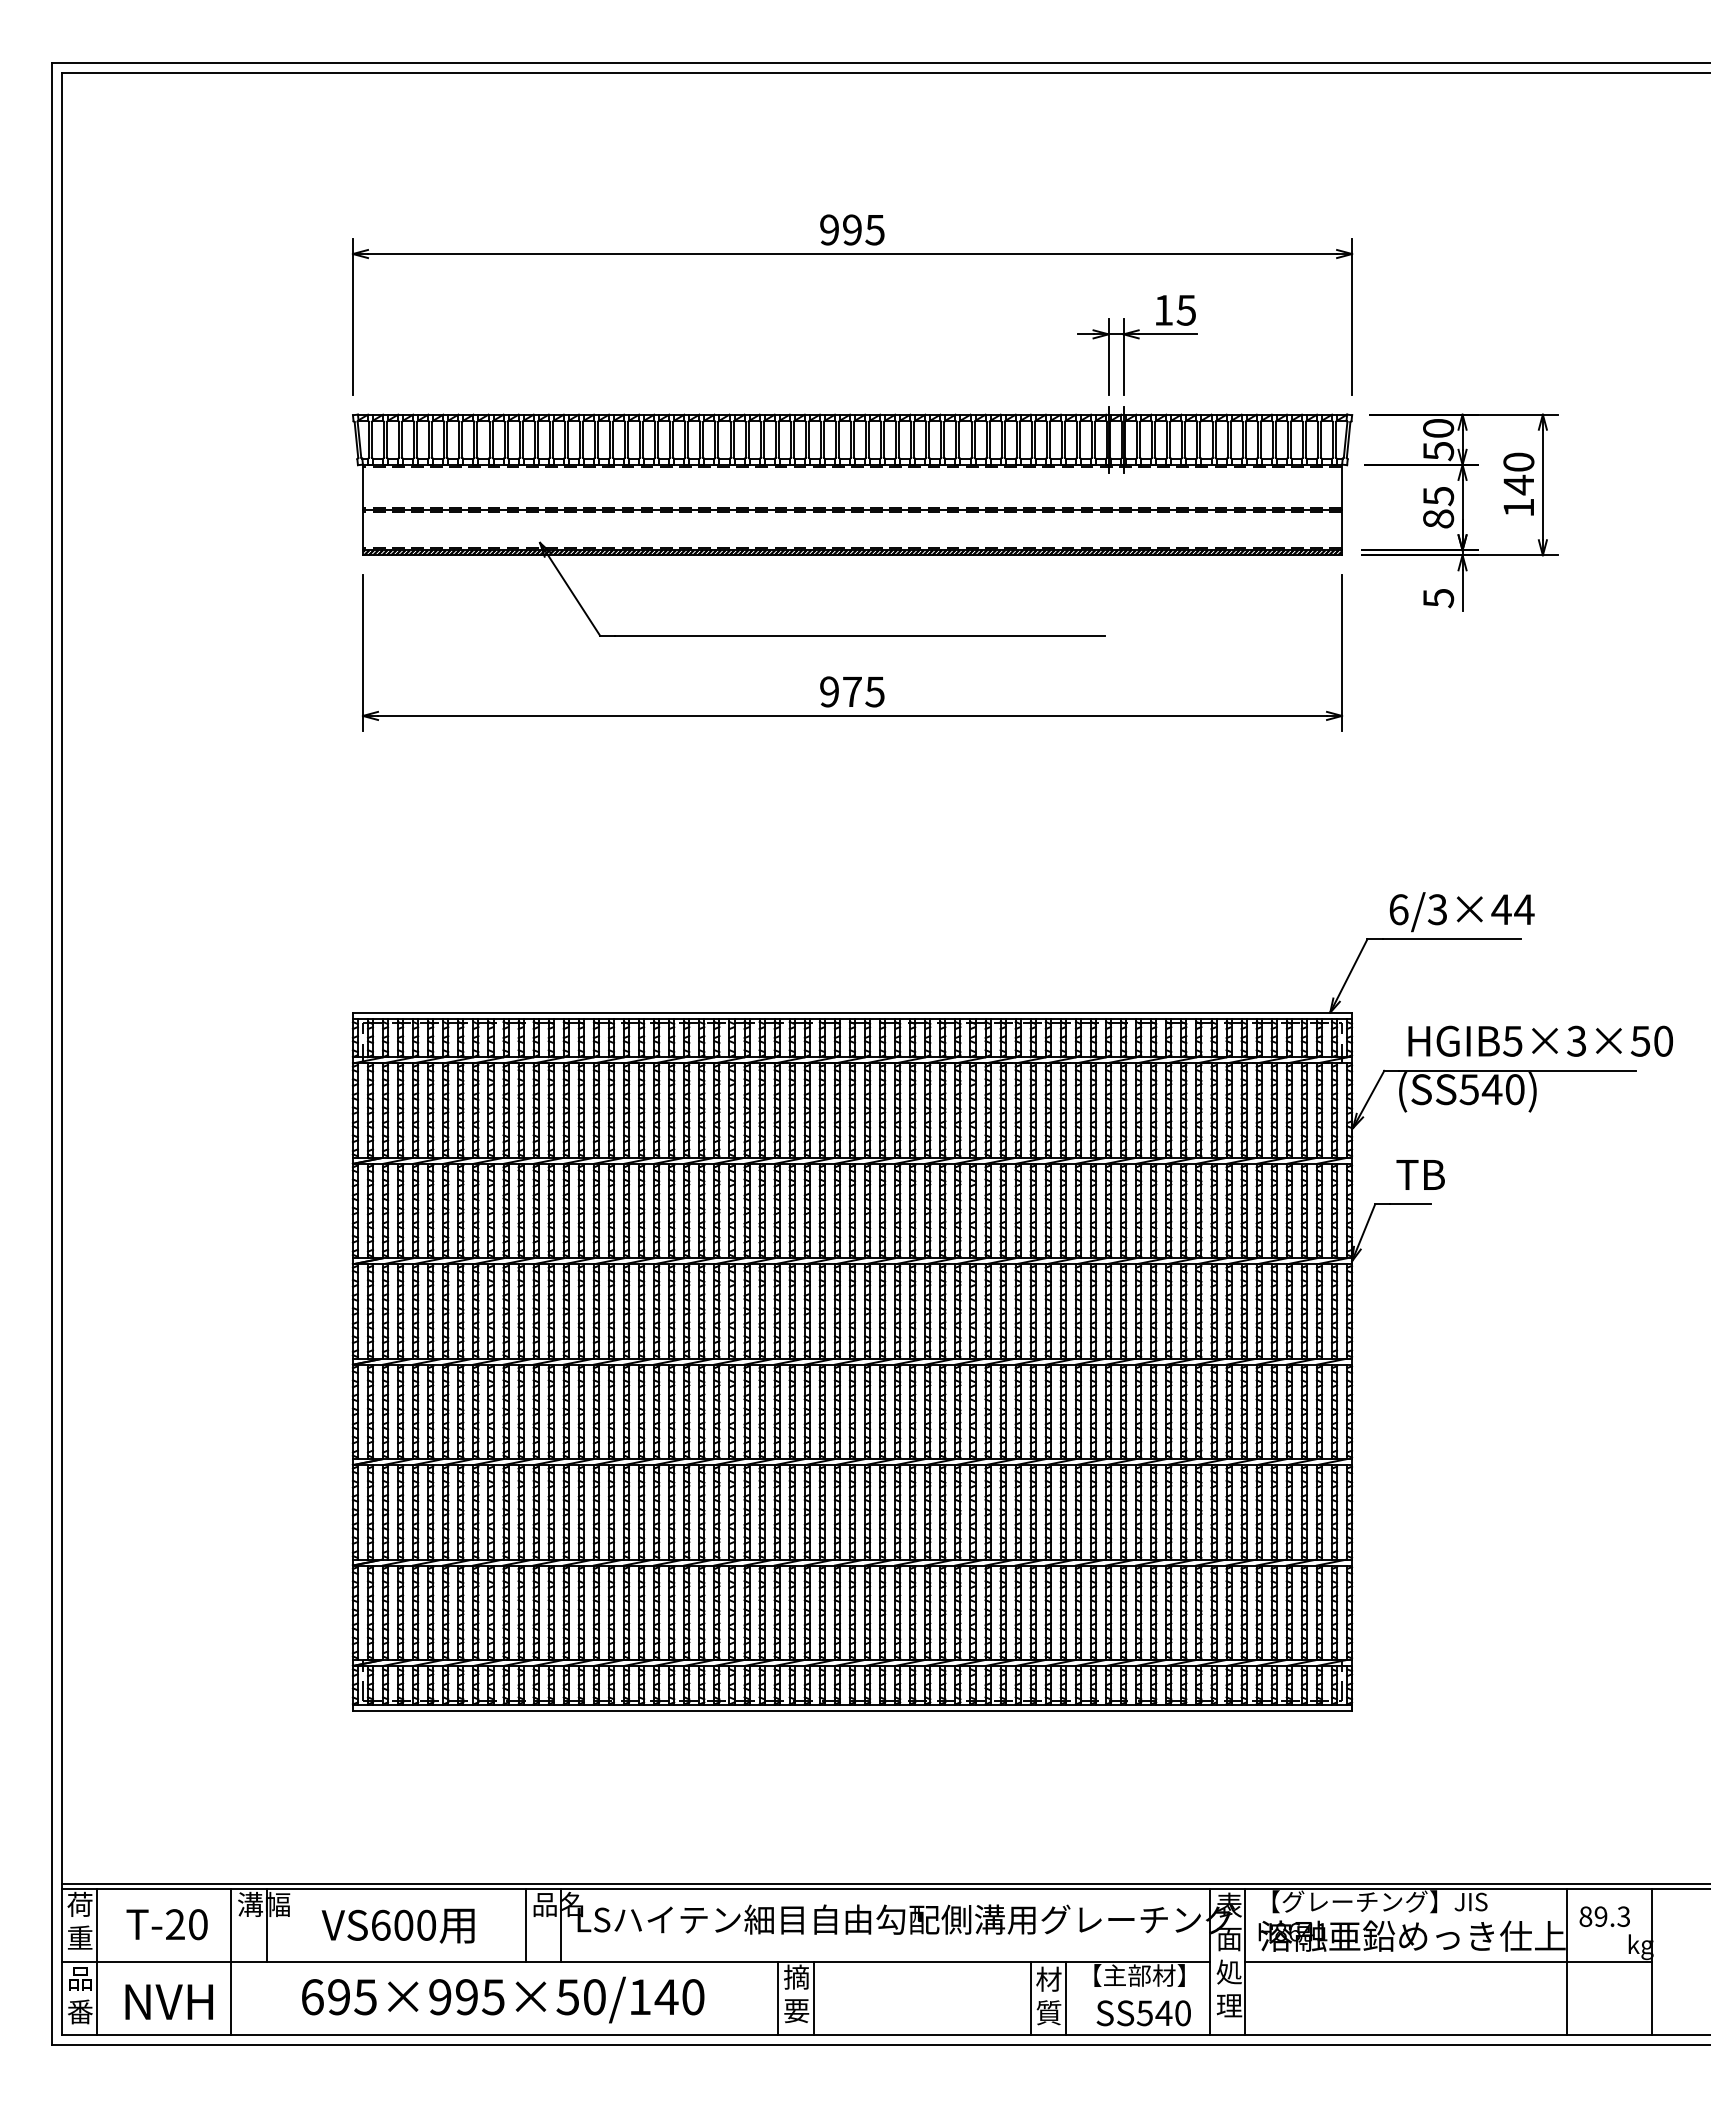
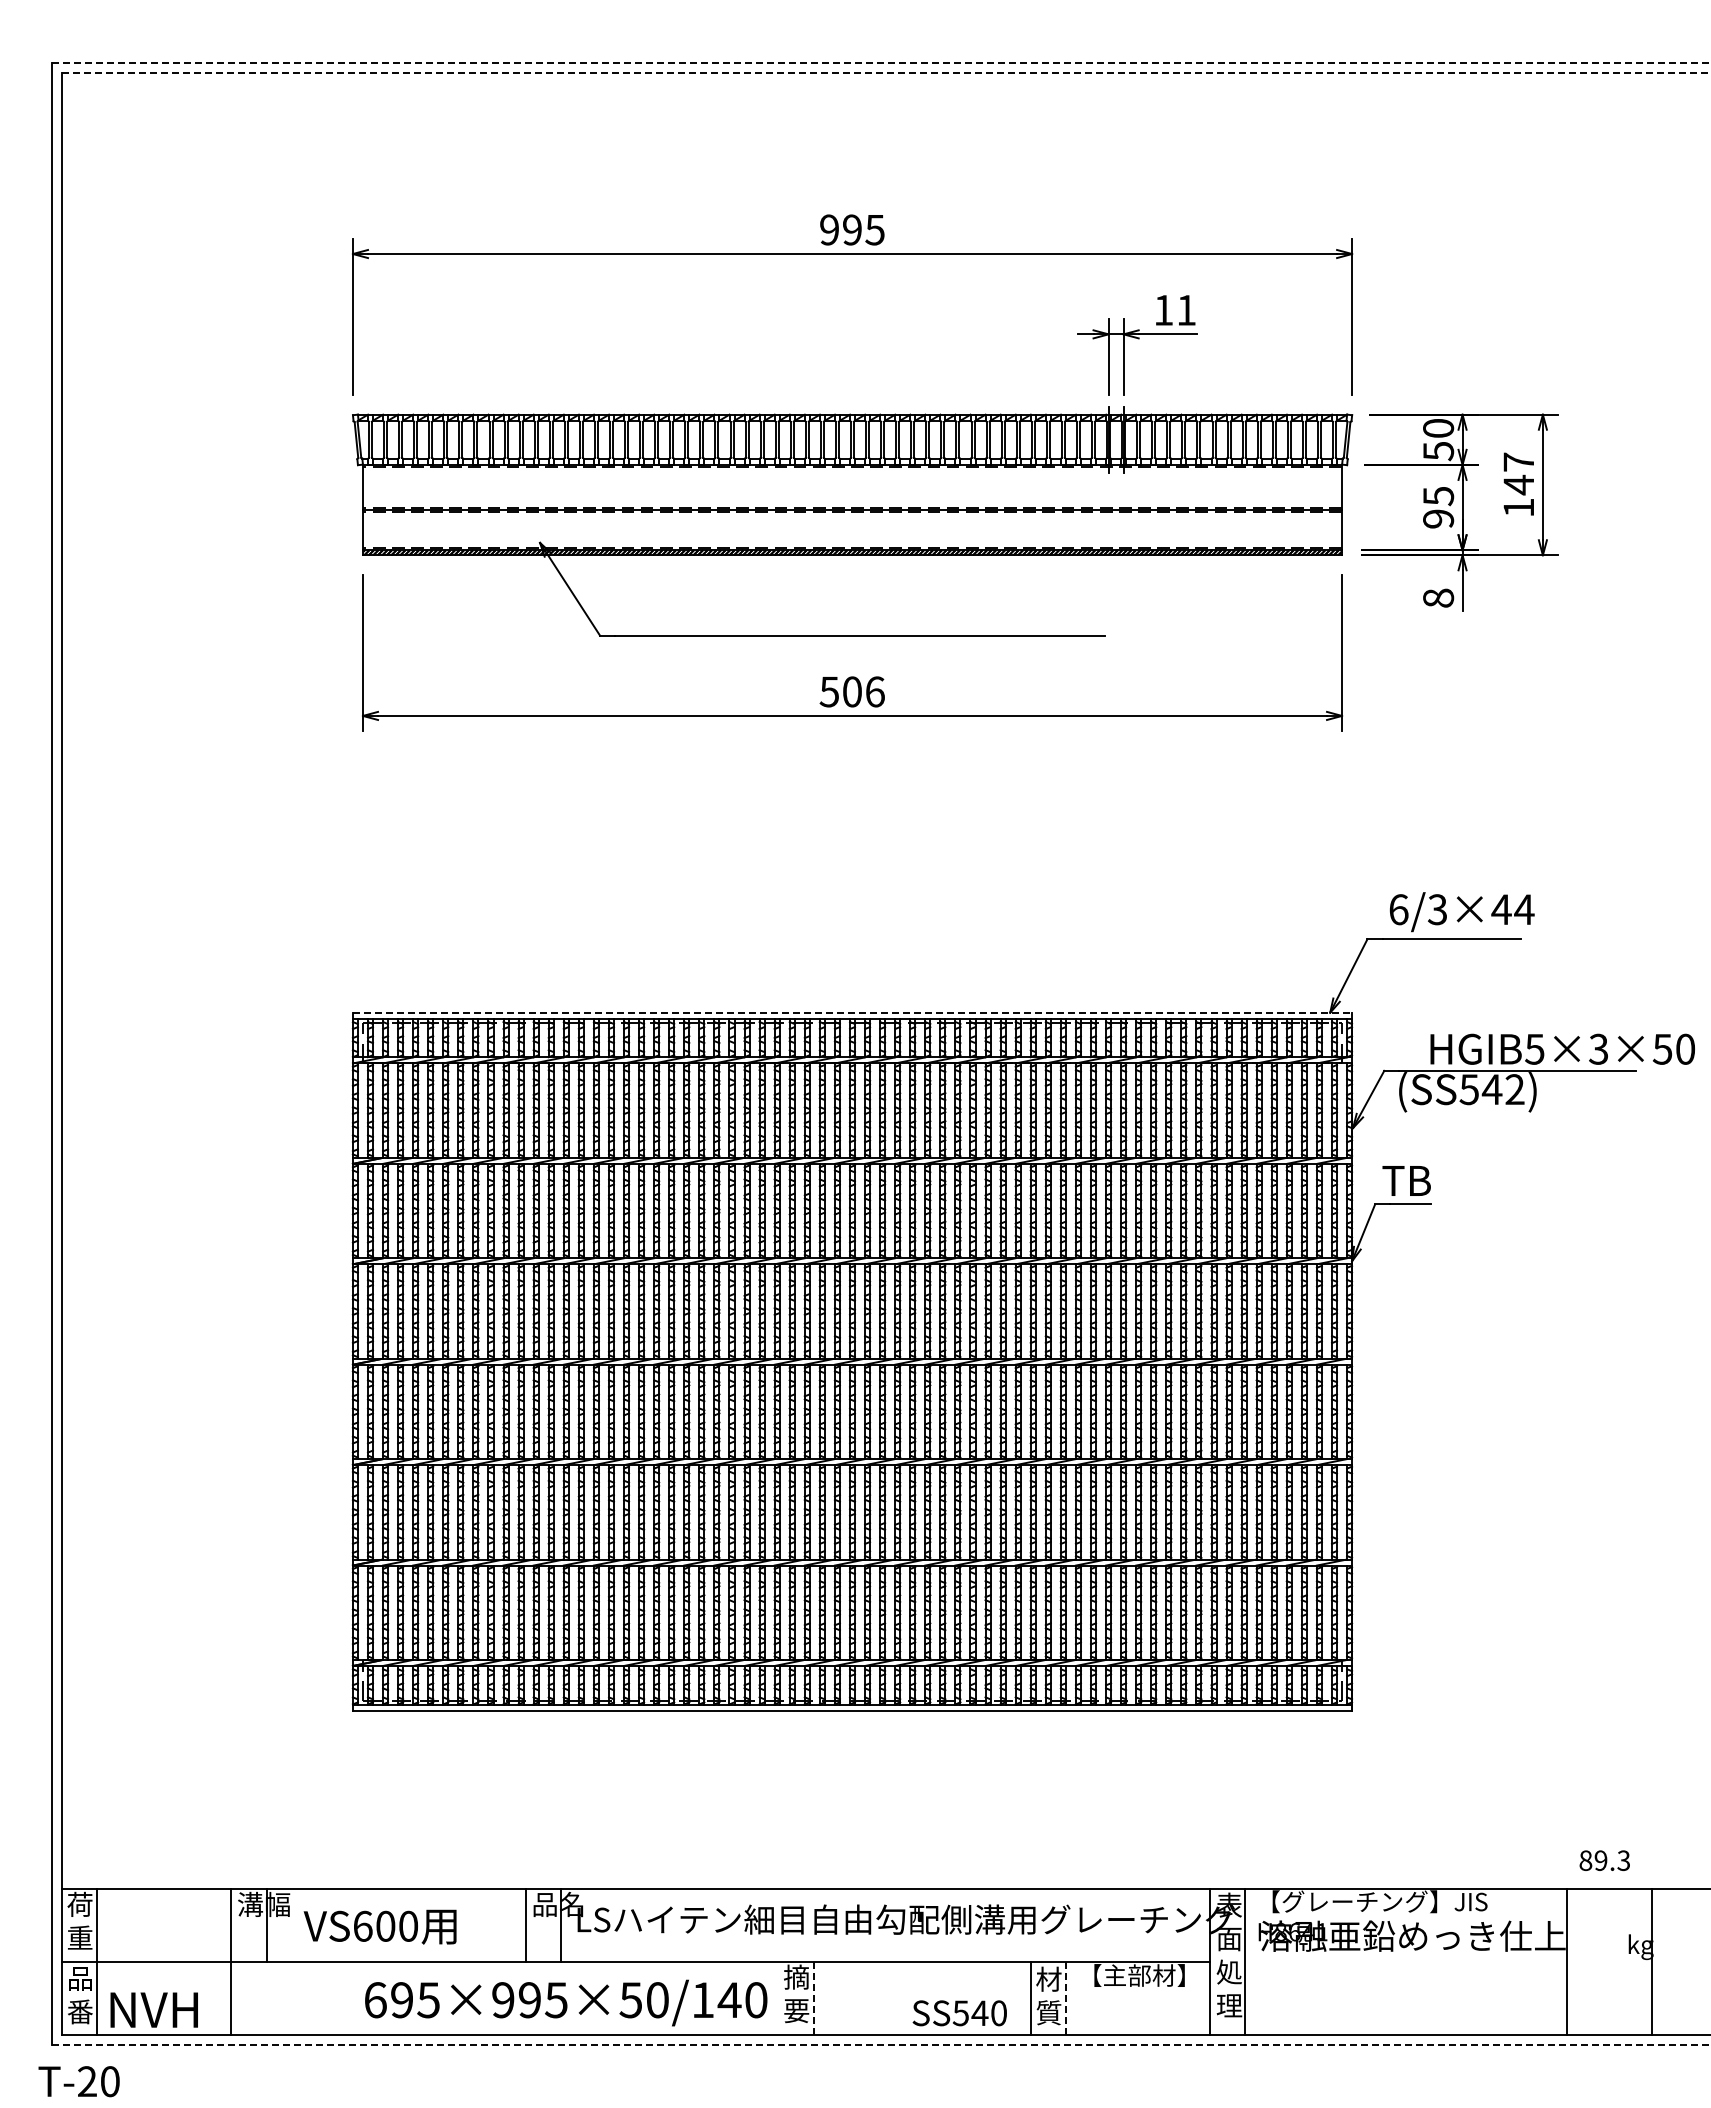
line at (880, 63): solid -> dashed
line at (886, 72): solid -> dashed
text at (1185, 310): 15 -> 11
text at (1518, 461): 140 -> 147
text at (1438, 518): 85 -> 95
text at (1438, 598): 5 -> 8
text at (851, 691): 975 -> 506
line at (852, 1012): solid -> dashed
text at (1540, 1040) position: (1540, 1040) -> (1562, 1048)
text at (1514, 1089): (SS540) -> (SS542)
text at (1420, 1174) position: (1420, 1174) -> (1406, 1180)
line at (884, 1883): present -> none
text at (1604, 1916) position: (1604, 1916) -> (1604, 1860)
text at (166, 1924) position: (166, 1924) -> (78, 2081)
text at (397, 1925) position: (397, 1925) -> (379, 1926)
line at (1448, 1961): present -> none
line at (778, 1997): present -> none
line at (813, 1998): solid -> dashed
line at (1065, 1998): solid -> dashed
text at (503, 1999) position: (503, 1999) -> (566, 2002)
text at (168, 2001) position: (168, 2001) -> (153, 2009)
text at (1143, 2013) position: (1143, 2013) -> (959, 2013)
line at (881, 2044): solid -> dashed
